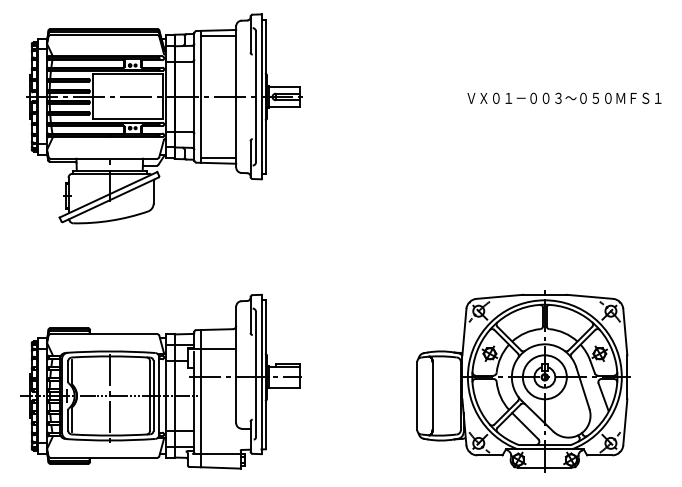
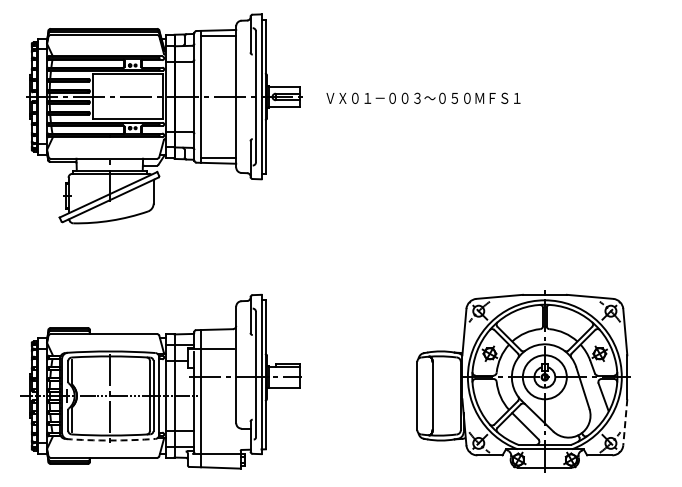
text at (564, 97) position: (564, 97) -> (423, 97)
line at (625, 422): solid -> dashed
arc at (110, 440): solid -> dashed
